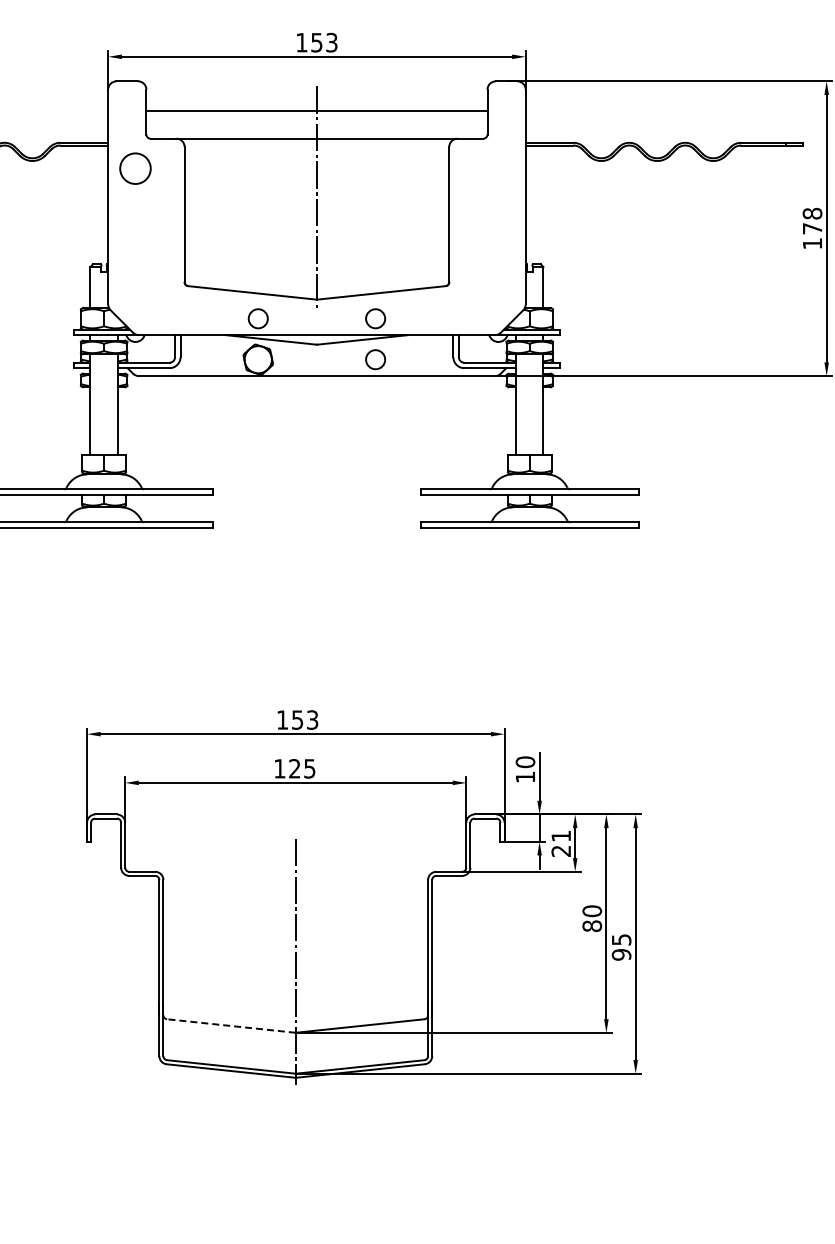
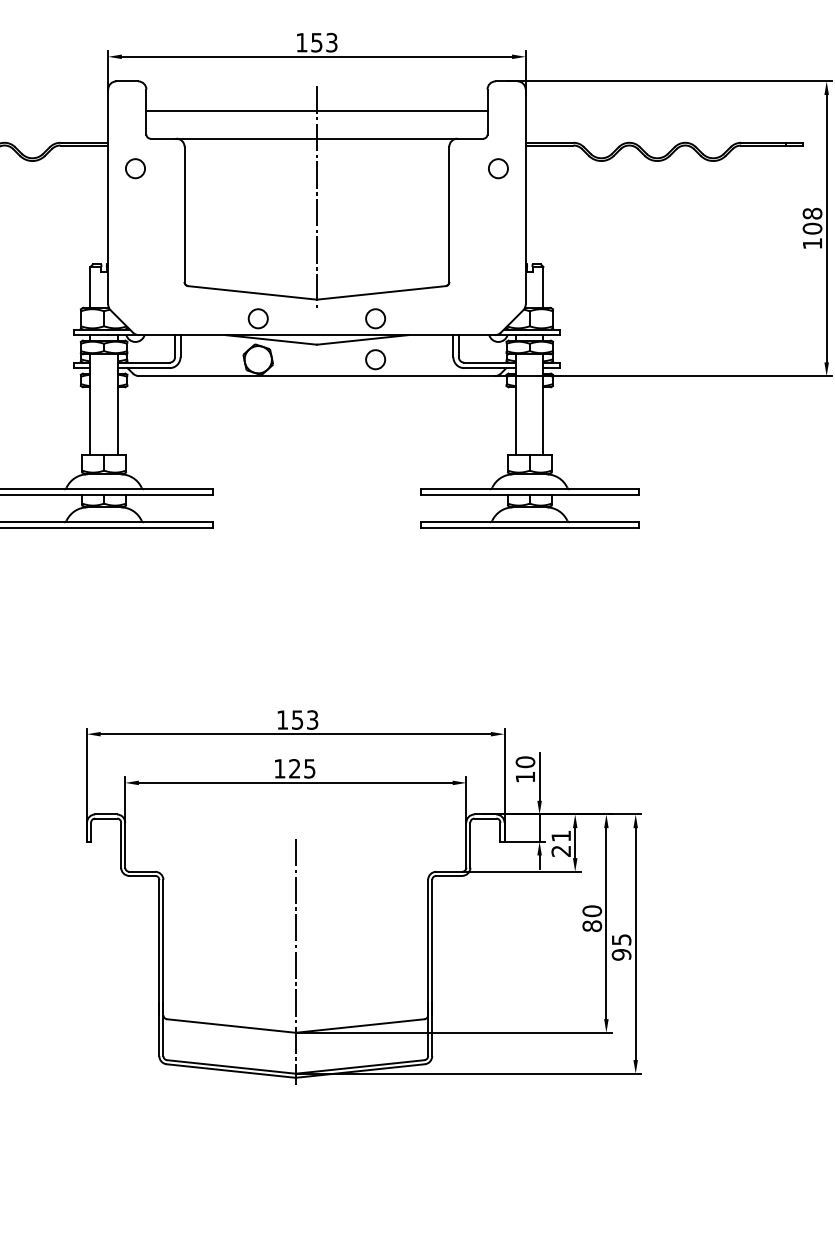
circle at (135, 168) diameter: 31 px -> 19 px
circle at (498, 168): none -> present
text at (812, 228): 178 -> 108
line at (231, 1026): dashed -> solid
